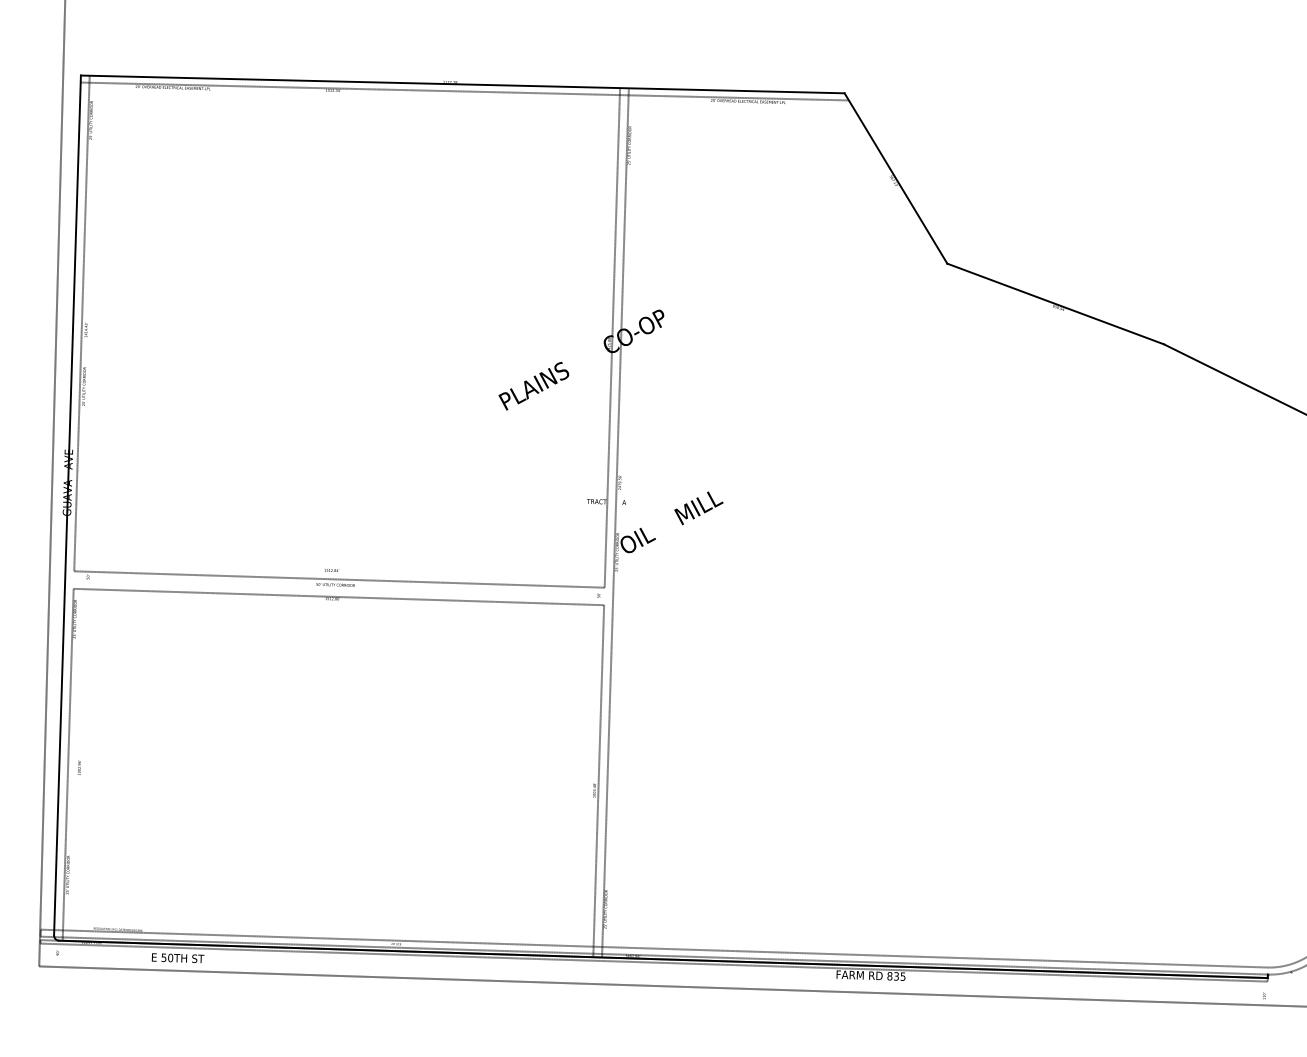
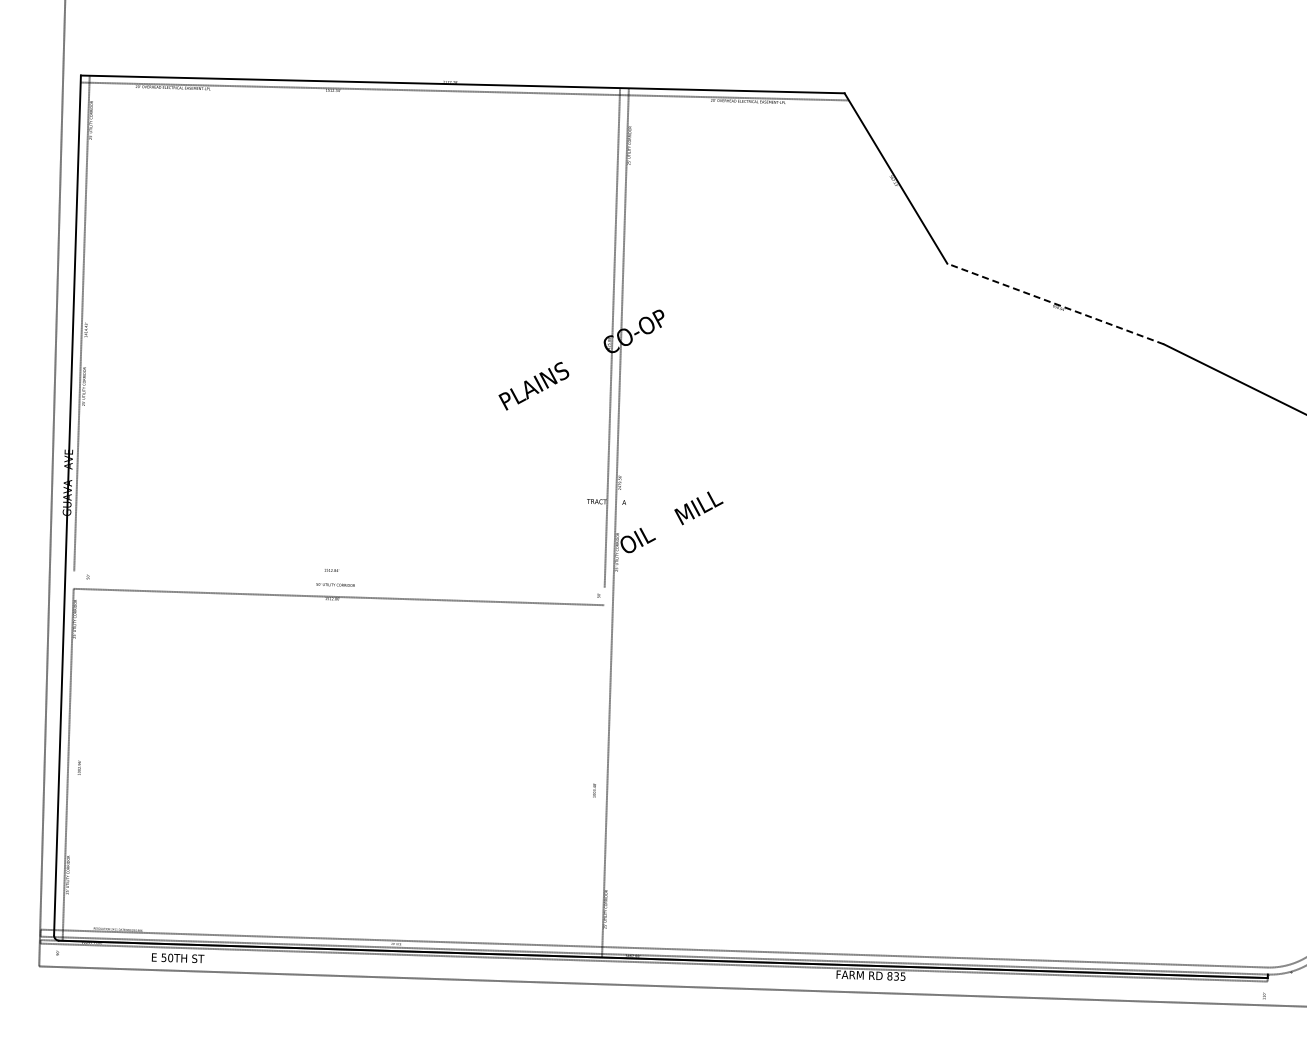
line at (1055, 304): solid -> dashed
line at (339, 579): present -> none
line at (598, 781): present -> none
